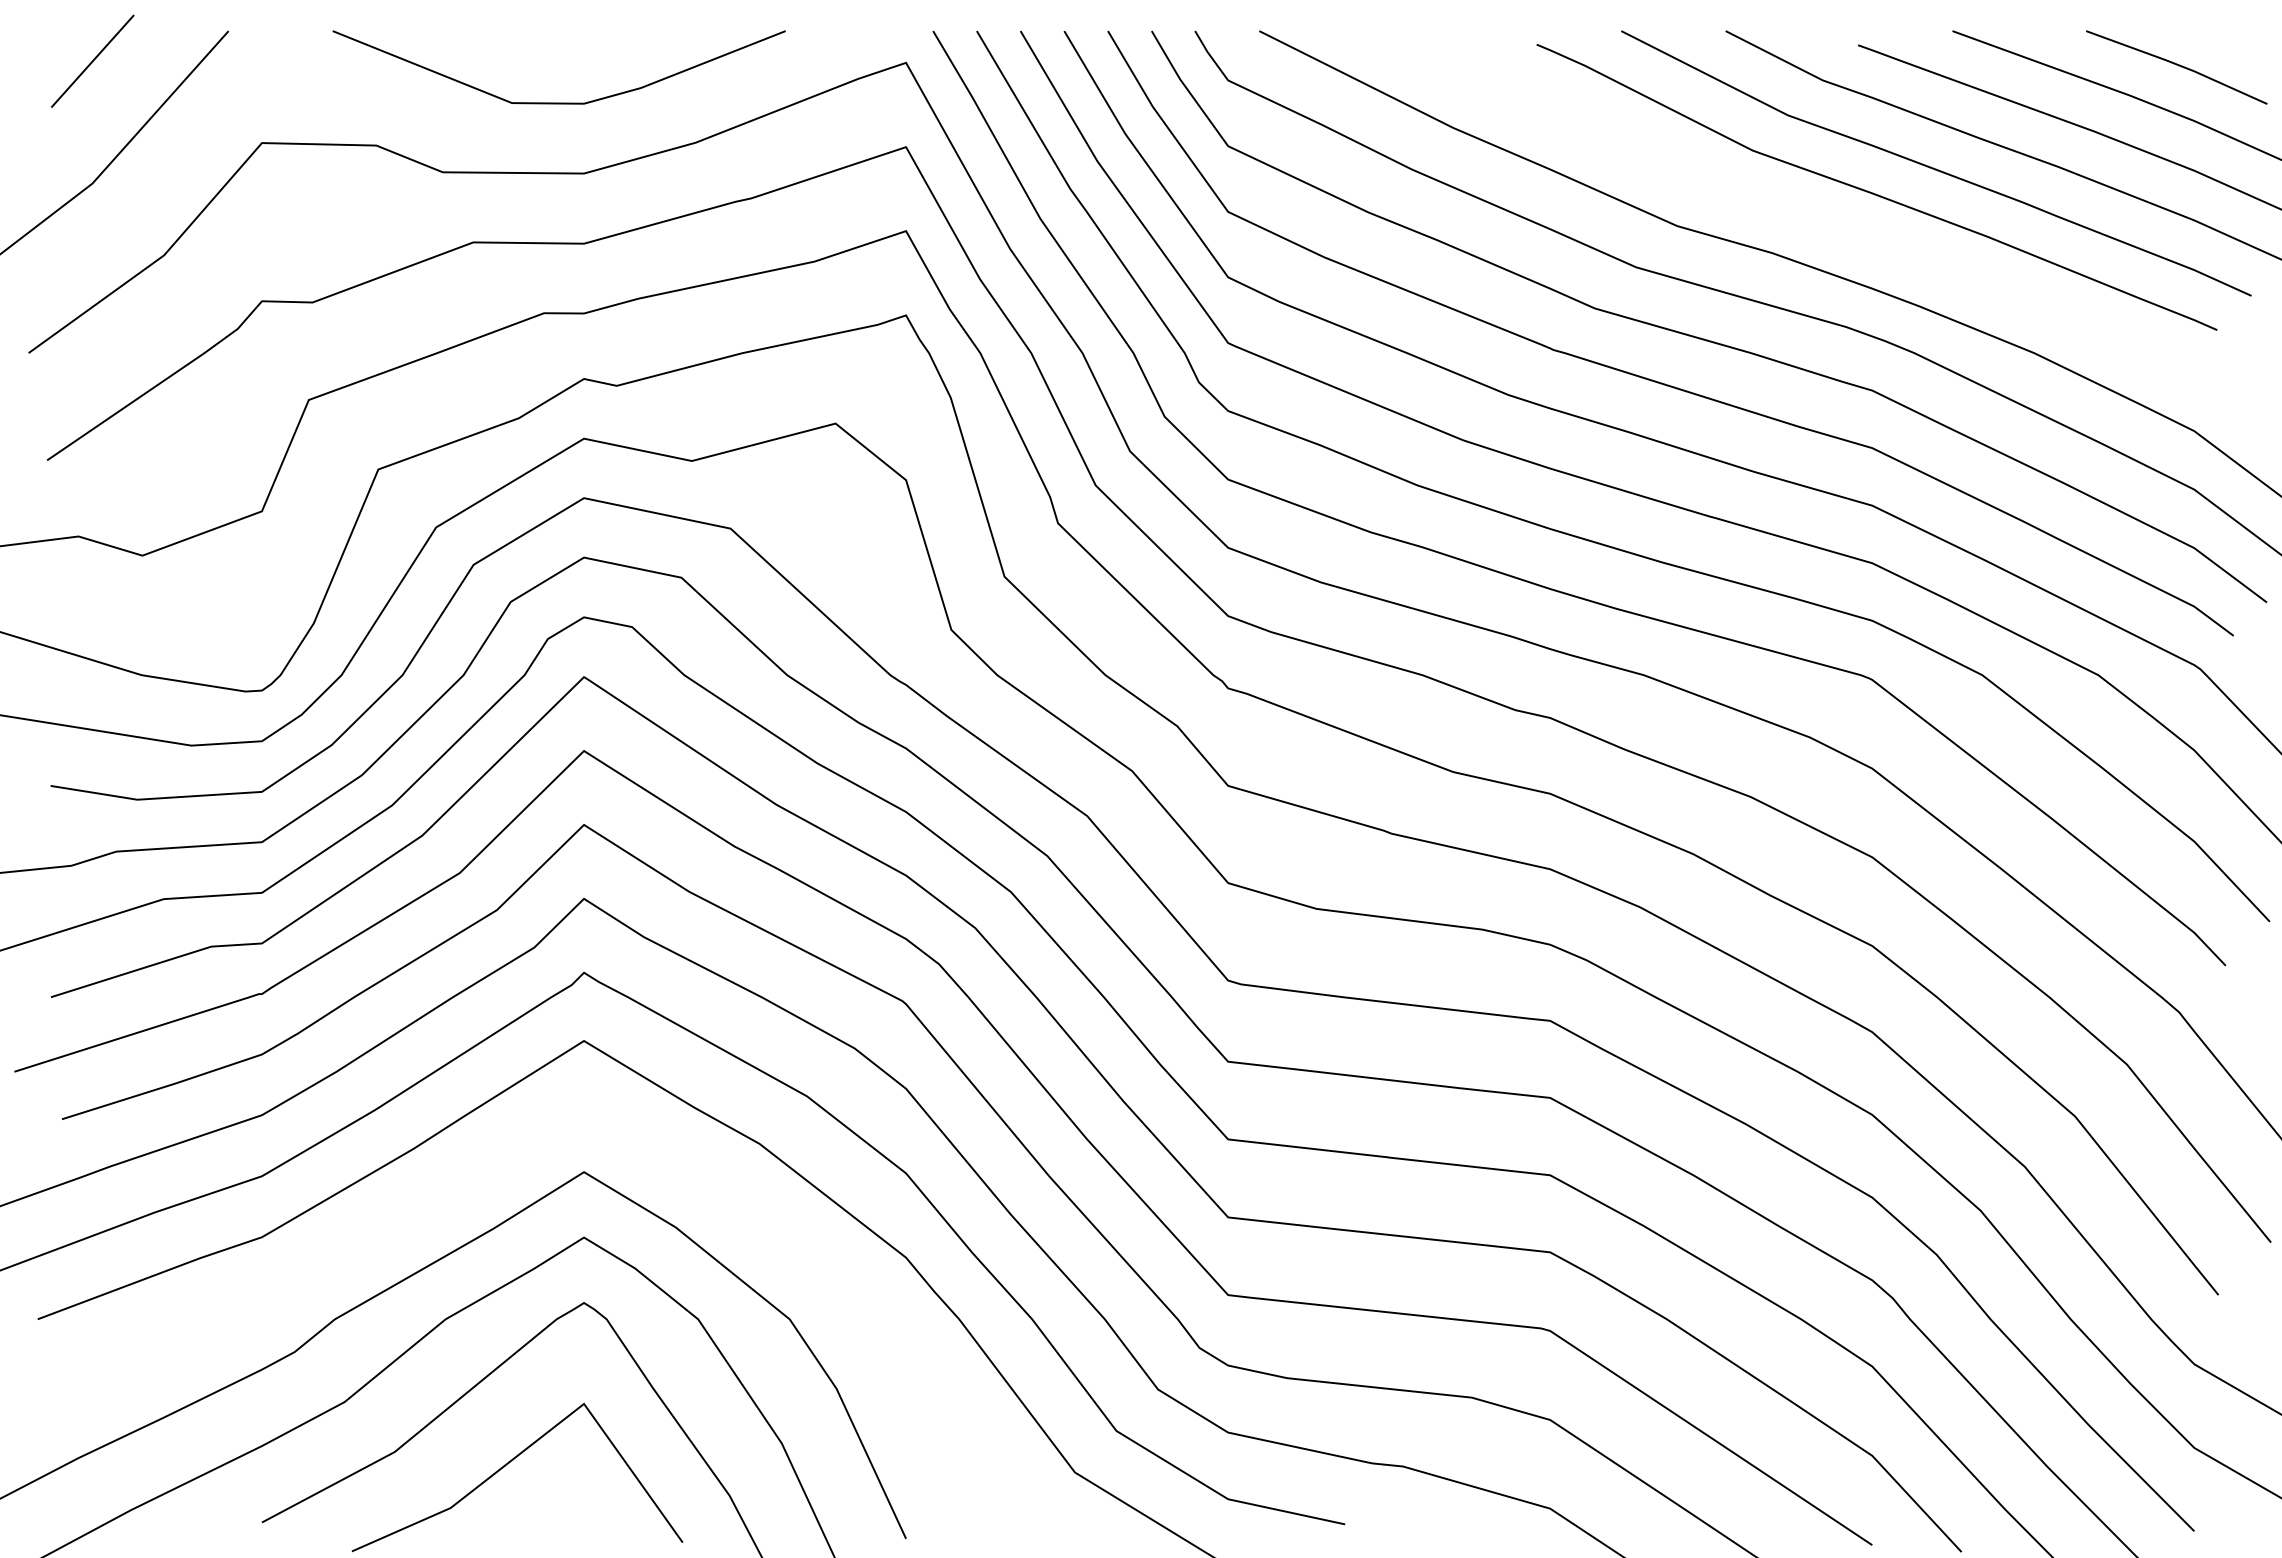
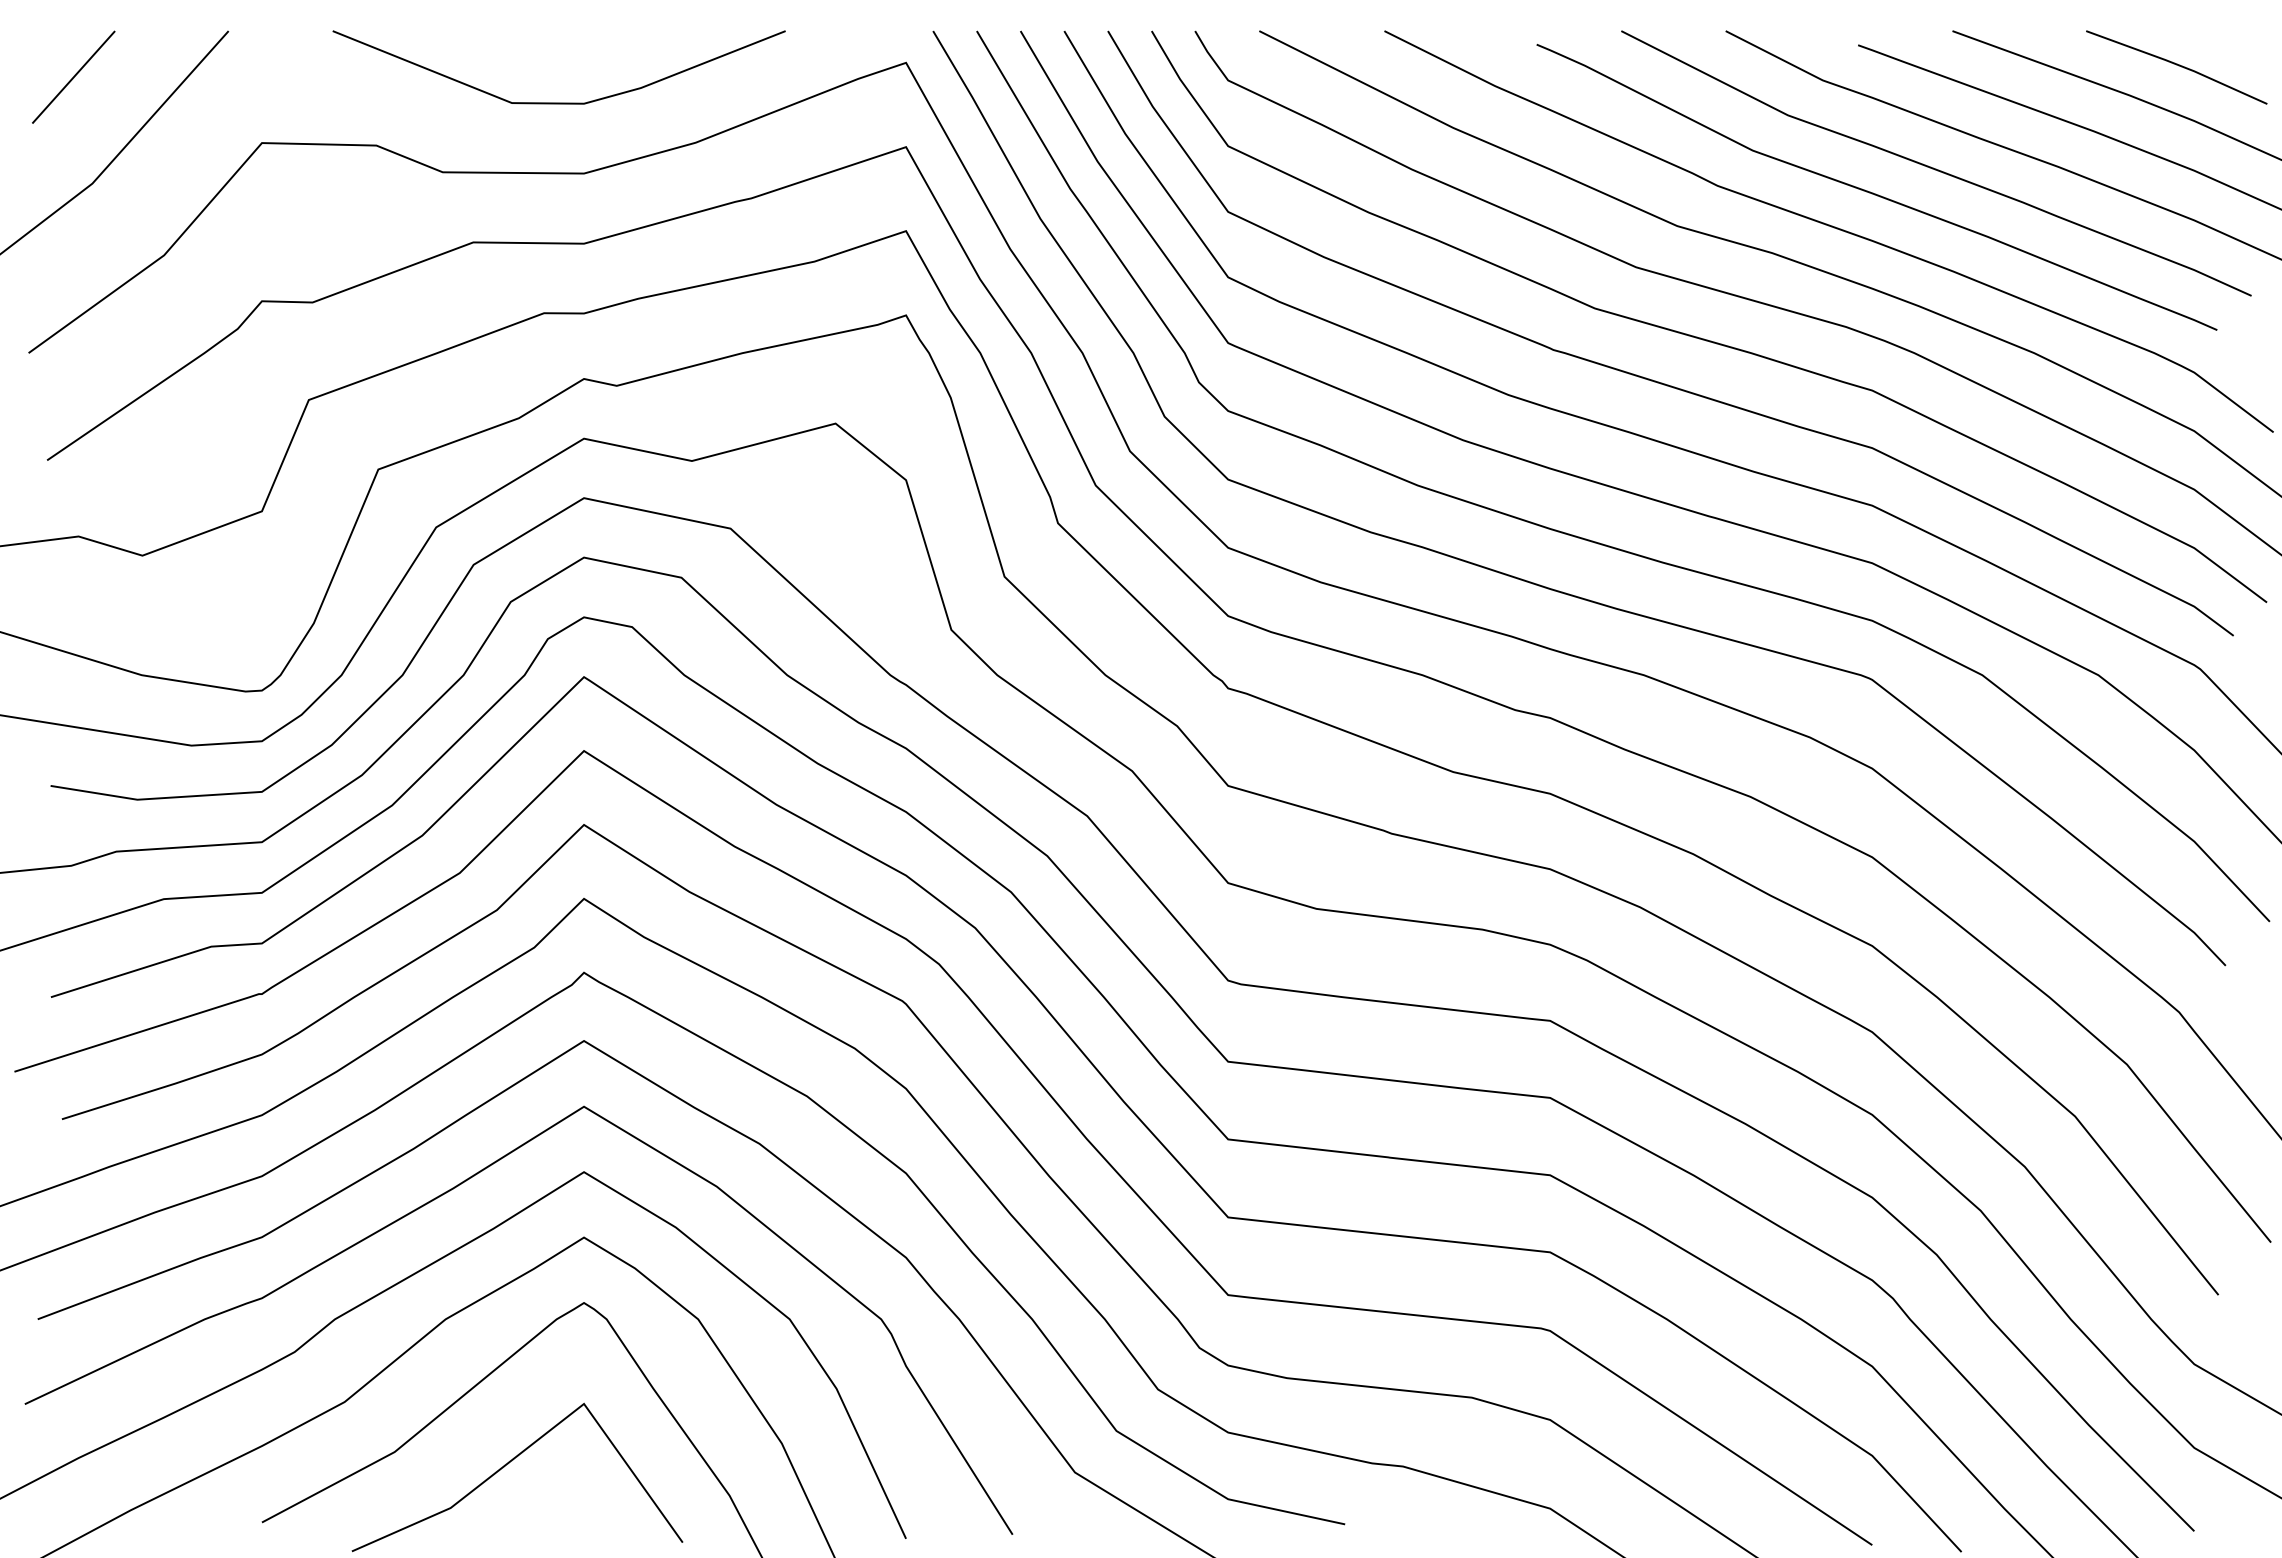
line at (92, 60) position: (92, 60) -> (73, 76)
curve at (1828, 226): none -> present
curve at (443, 1195): none -> present
